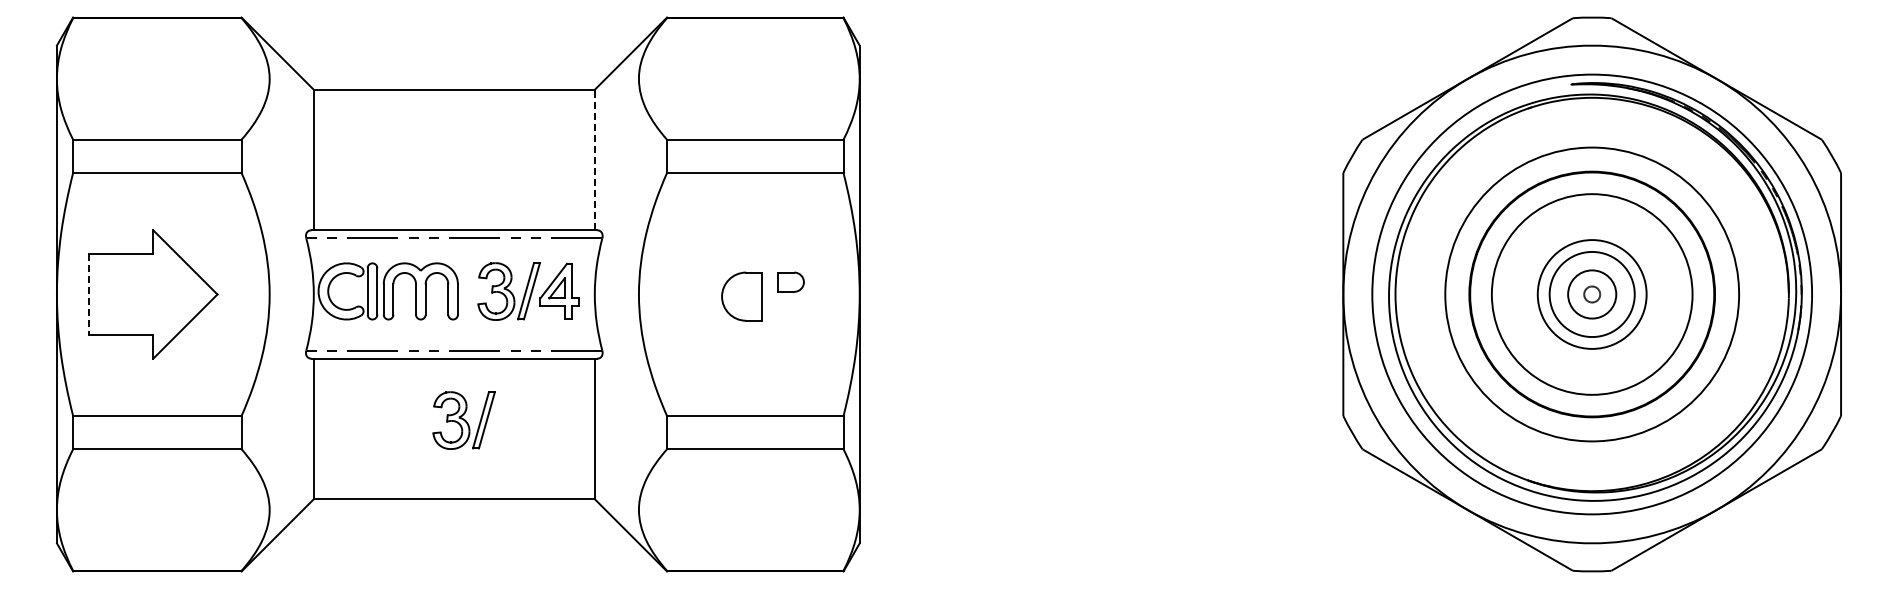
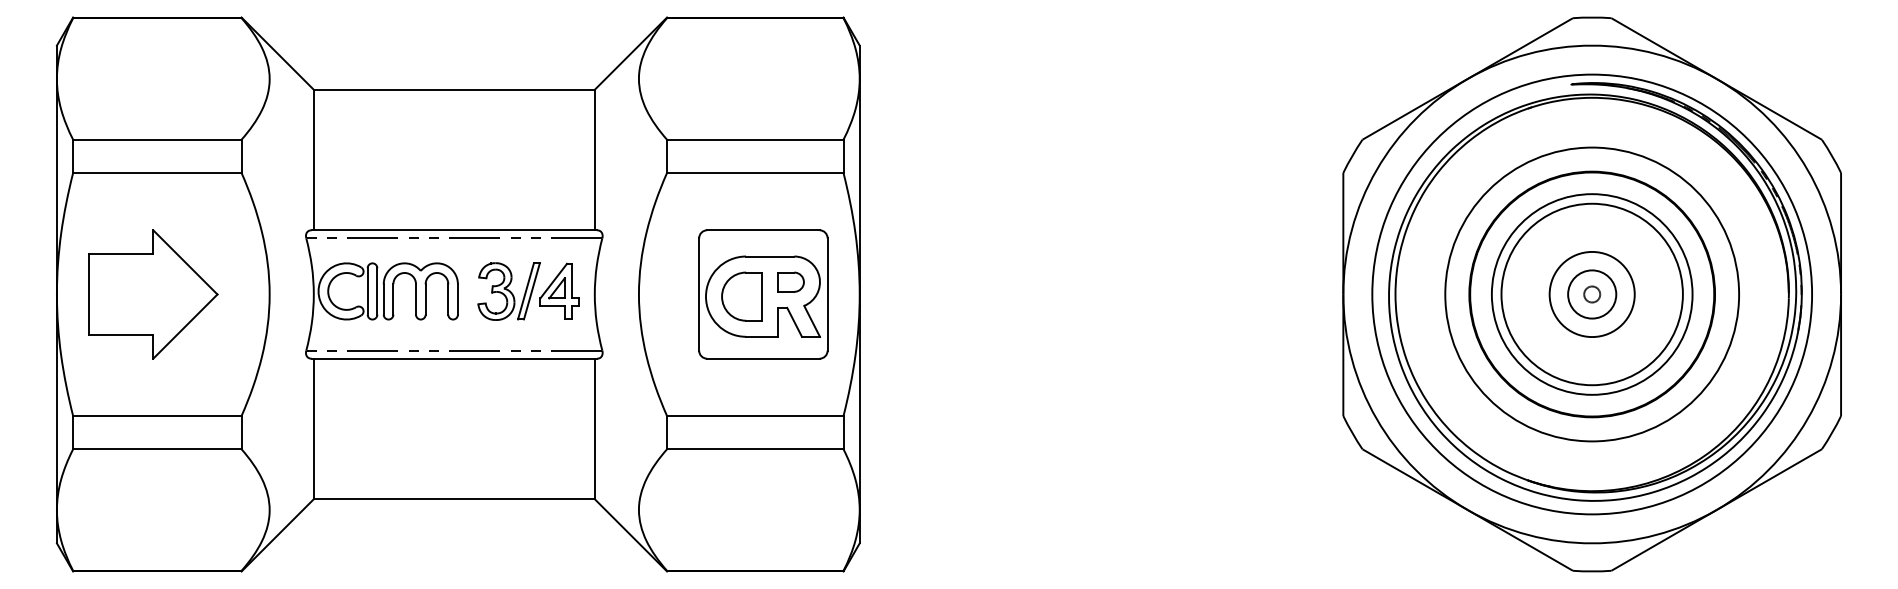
line at (594, 159): dashed -> solid
part at (763, 294): none -> present
circle at (1591, 294) diameter: 109 px -> 181 px
line at (89, 295): dashed -> solid
part at (463, 420): present -> none
